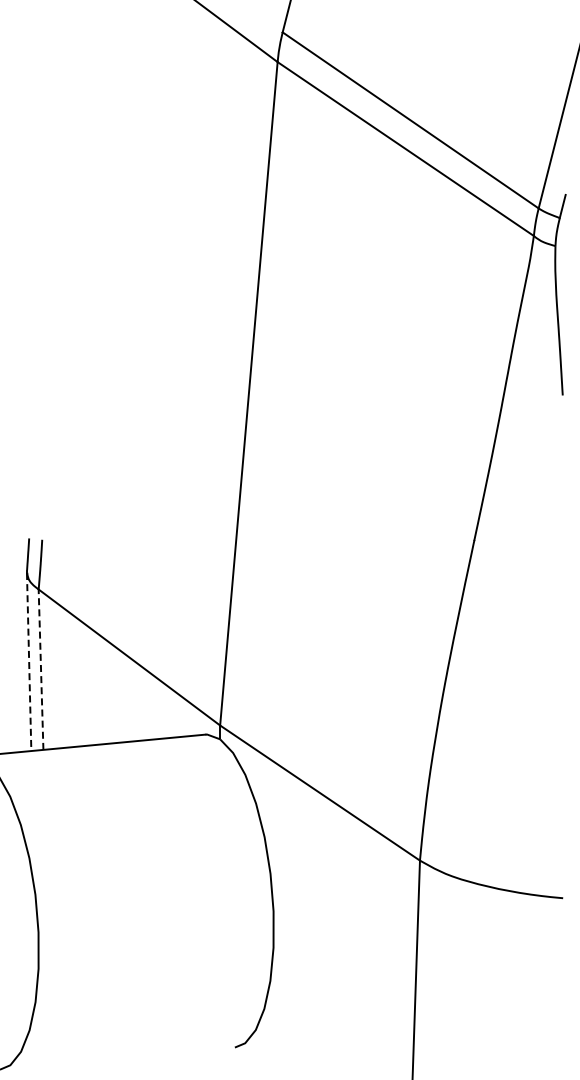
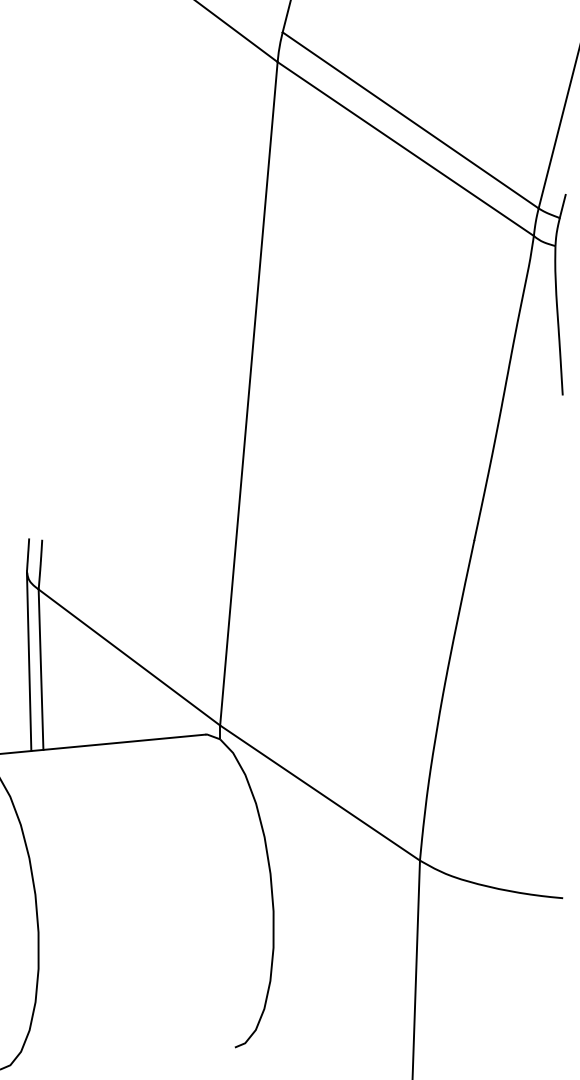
line at (29, 662): dashed -> solid
line at (41, 669): dashed -> solid
